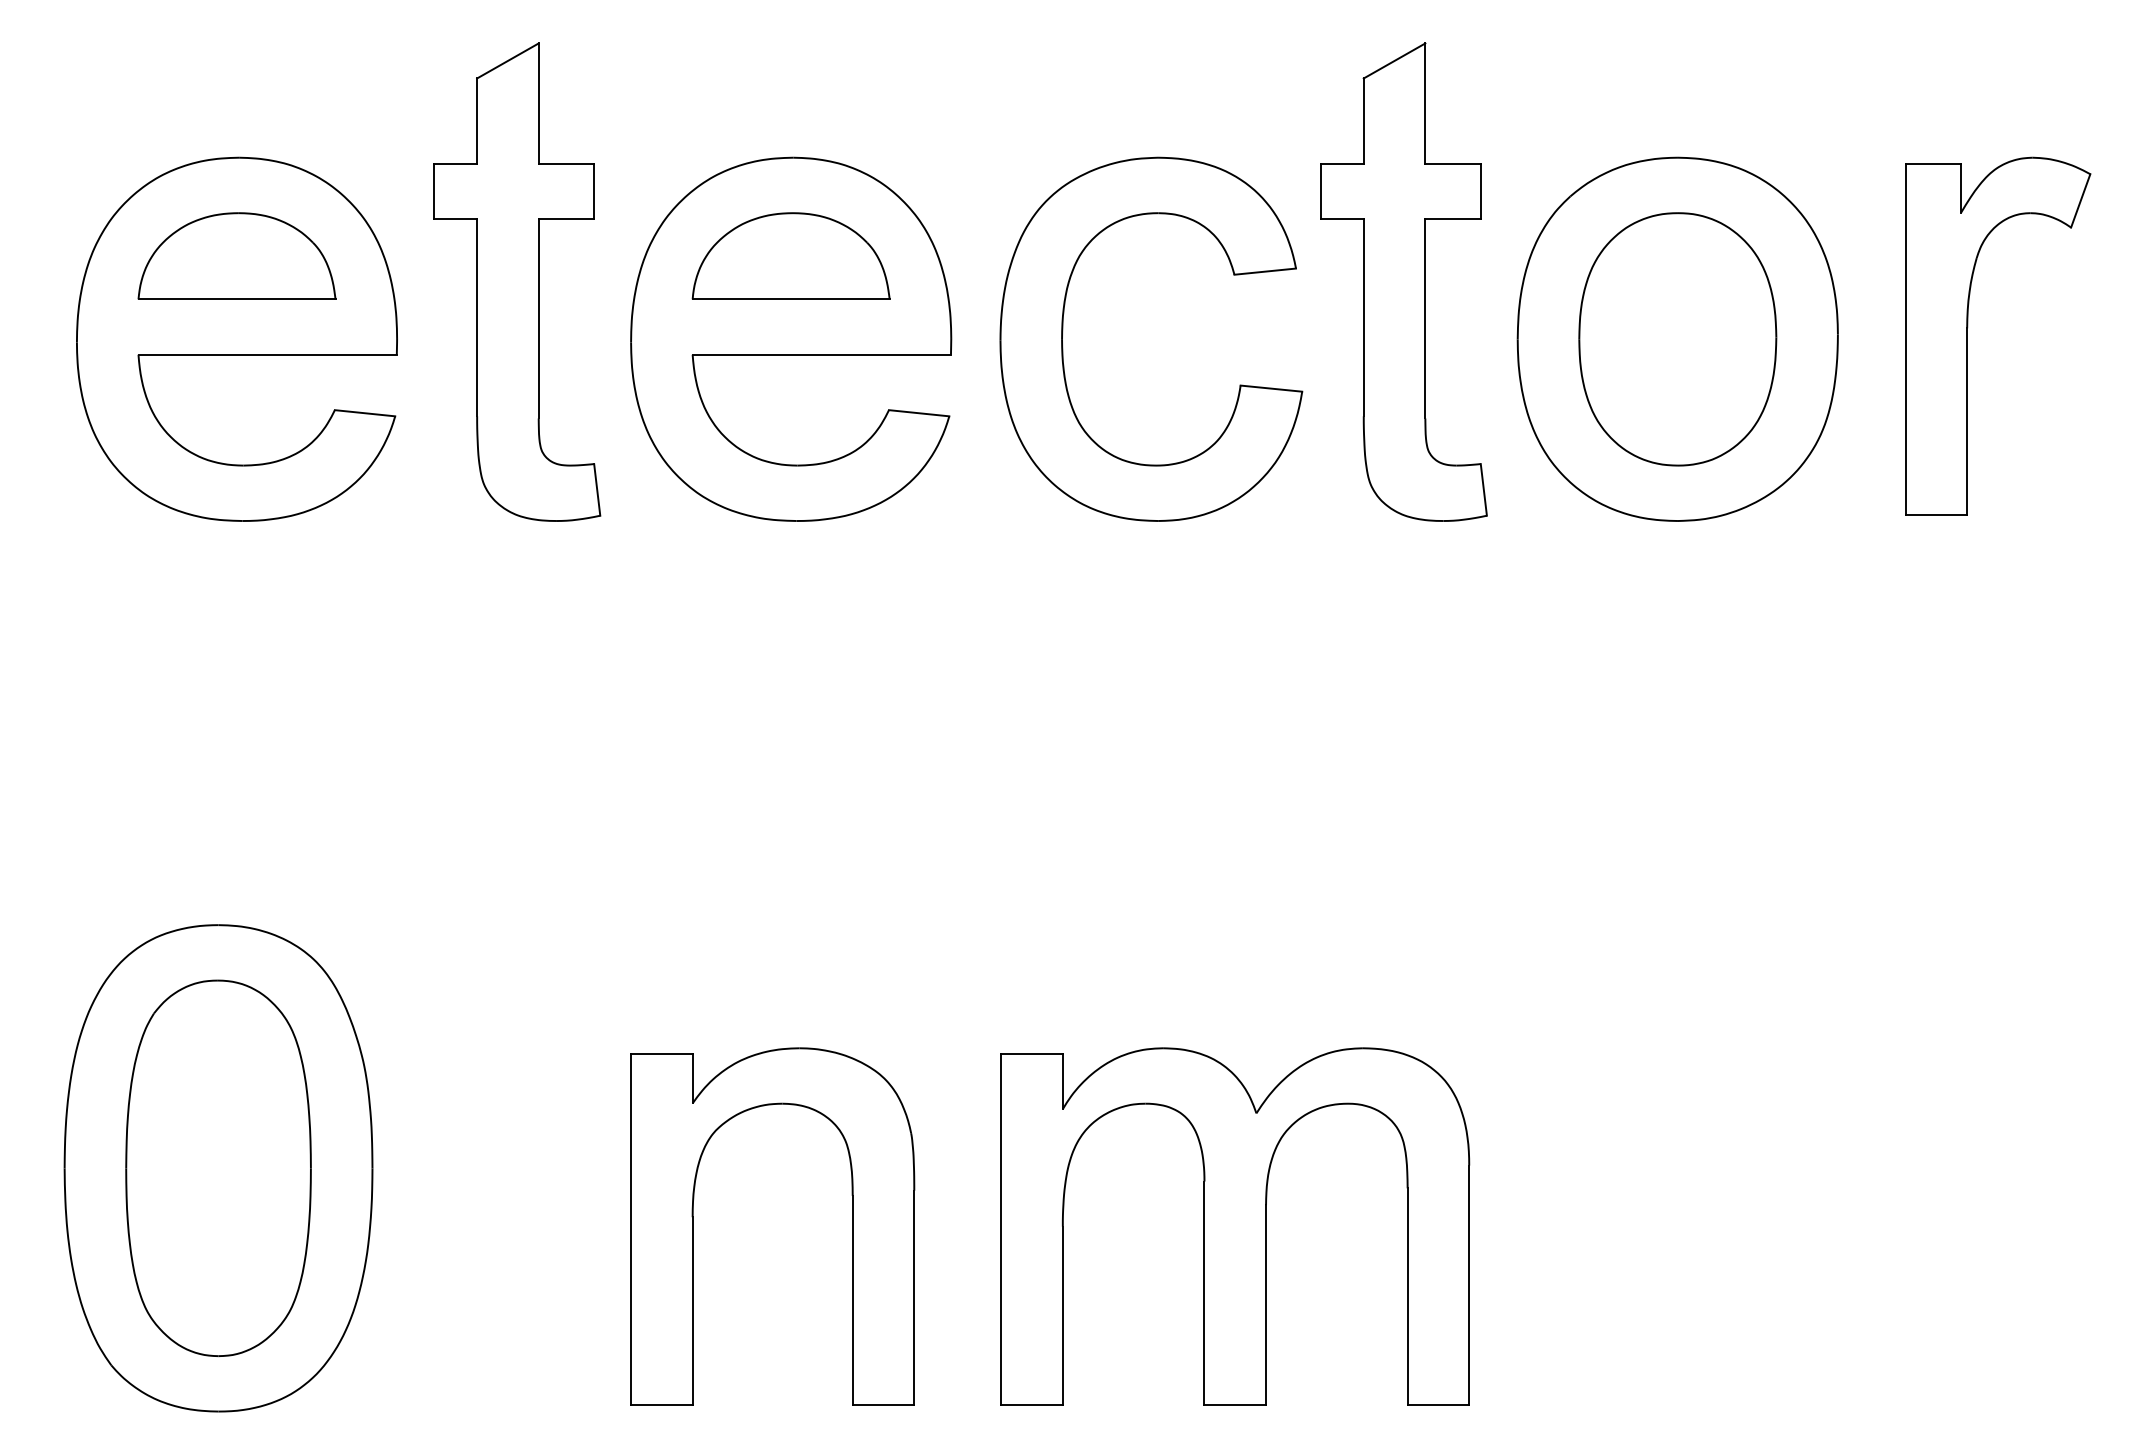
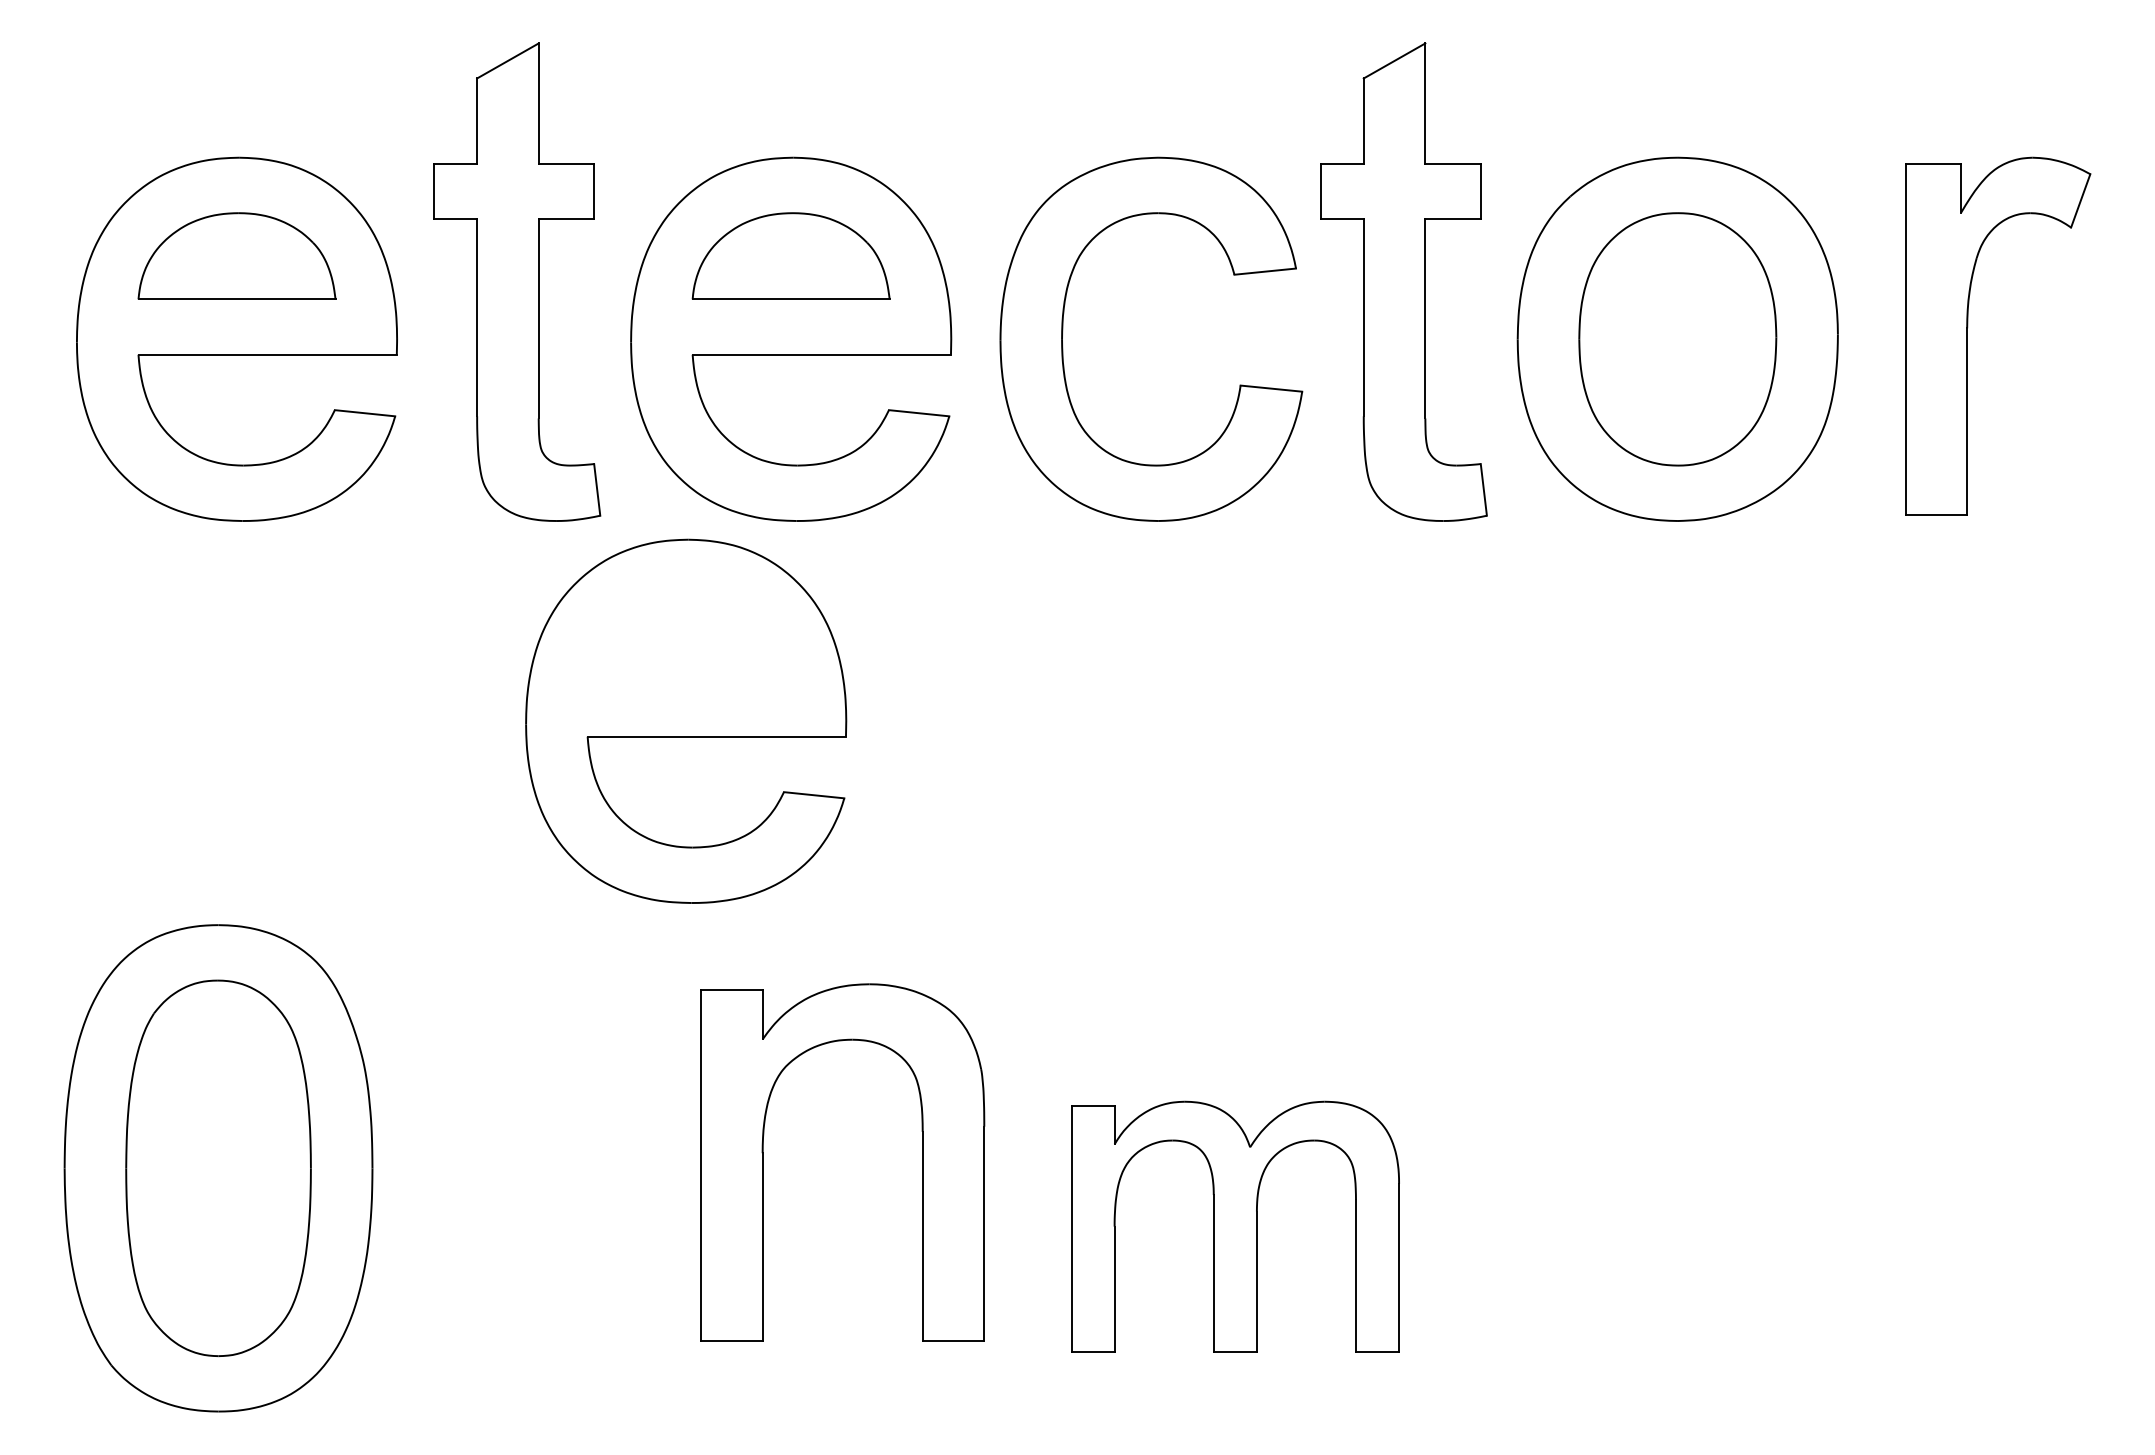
part at (686, 720): none -> present
part at (693, 1226) position: (693, 1226) -> (763, 1162)
part at (1235, 1226) size: 471x359 px -> 329x253 px
